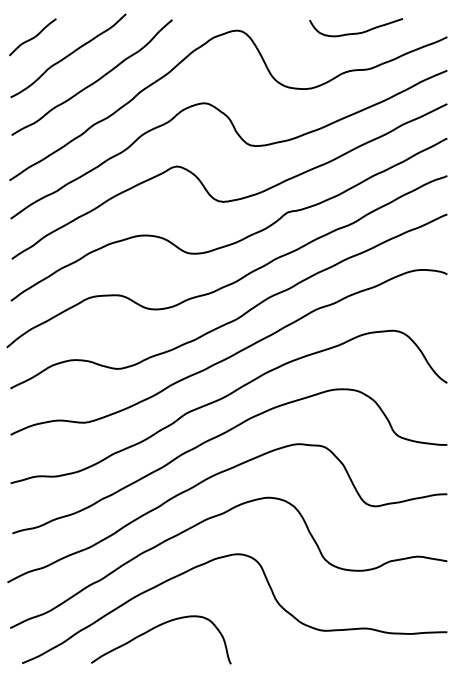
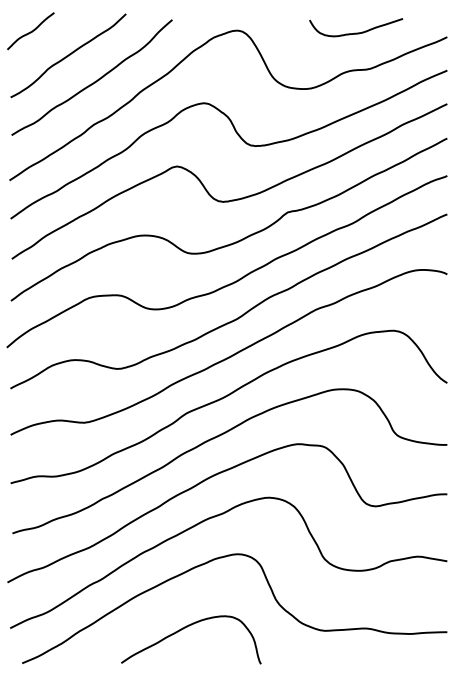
curve at (32, 37) position: (32, 37) -> (30, 31)
curve at (155, 628) position: (155, 628) -> (185, 628)
